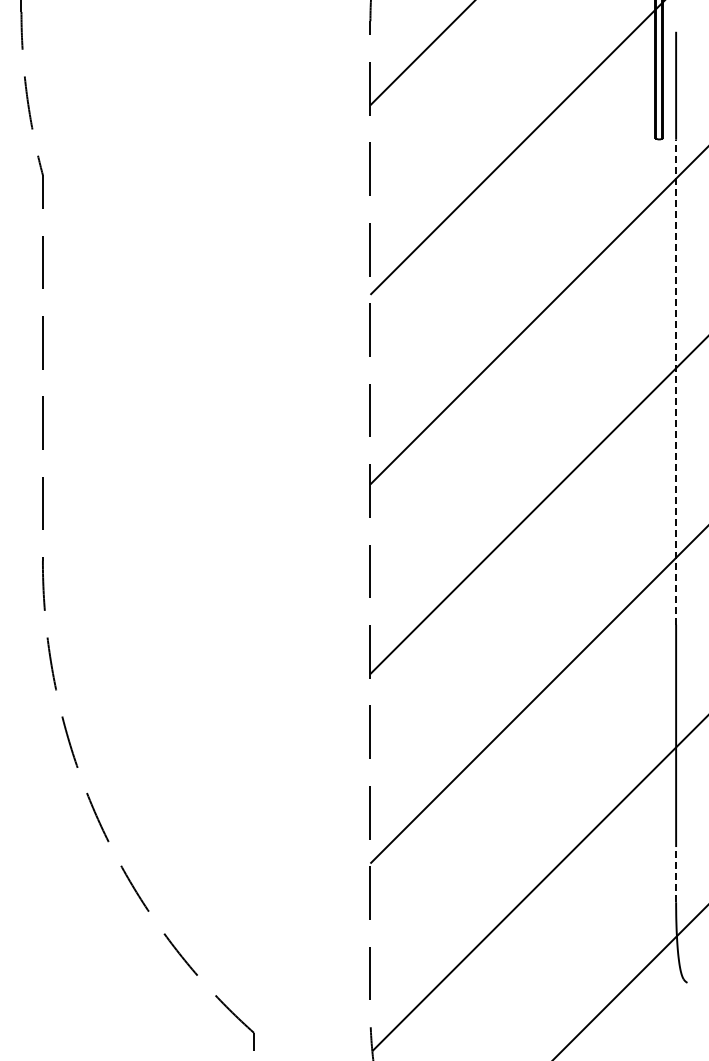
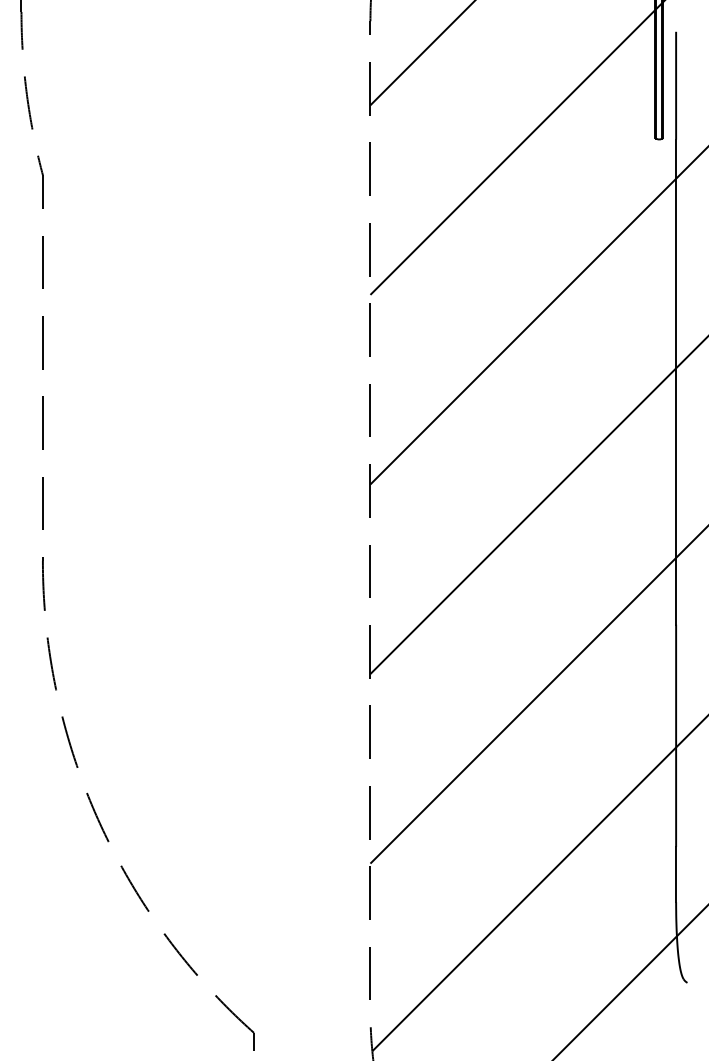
line at (676, 381): dashed -> solid
line at (676, 874): dashed -> solid
